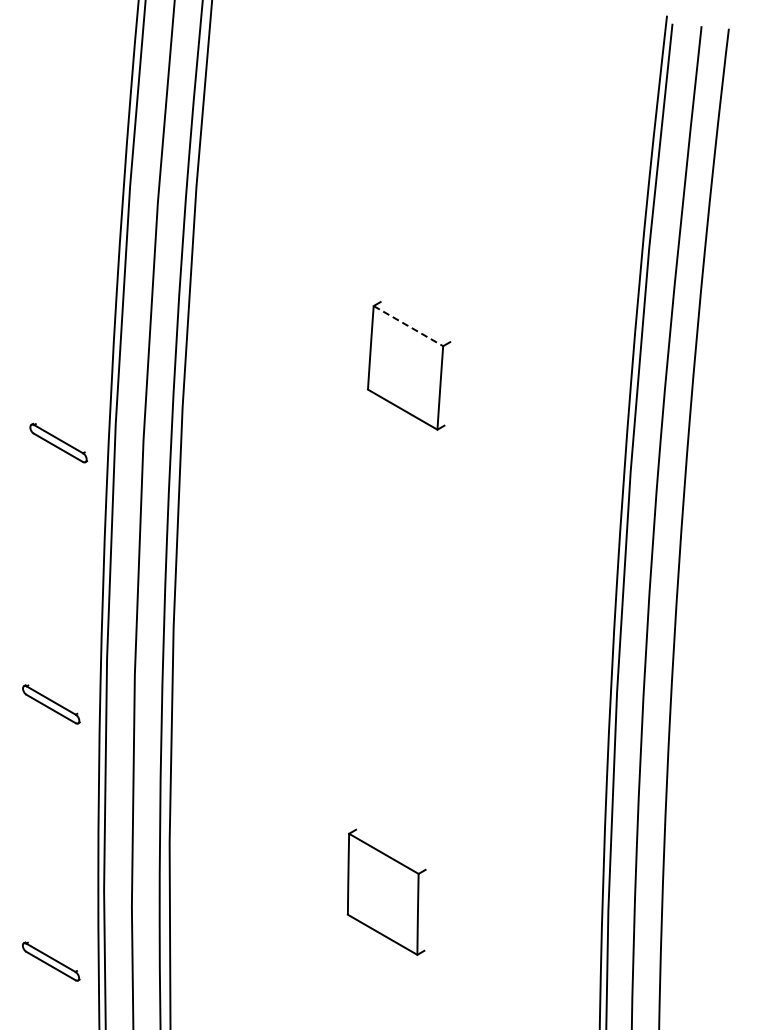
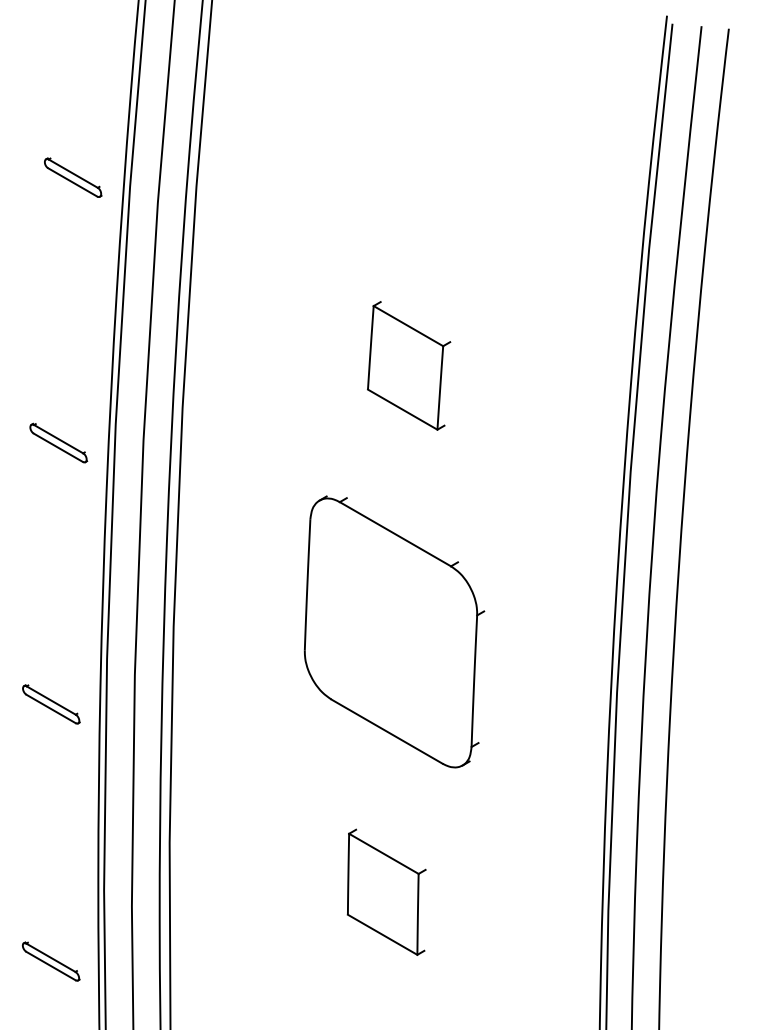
part at (73, 177): none -> present
line at (408, 326): dashed -> solid
part at (394, 631): none -> present
